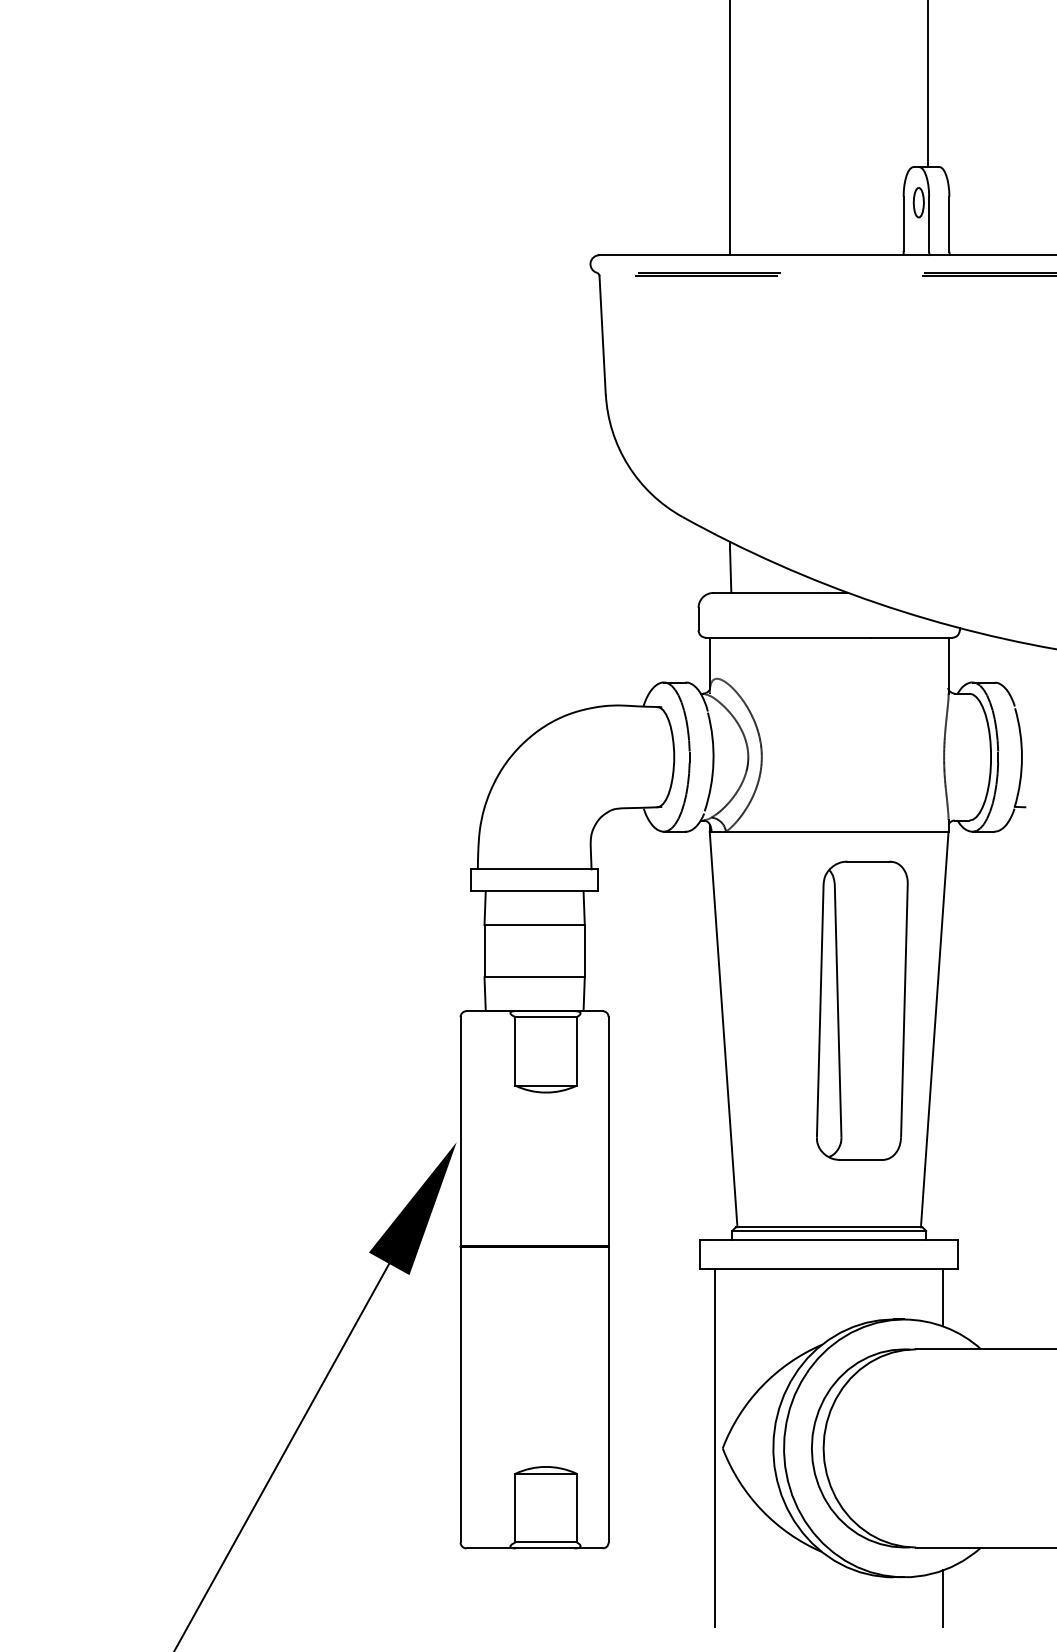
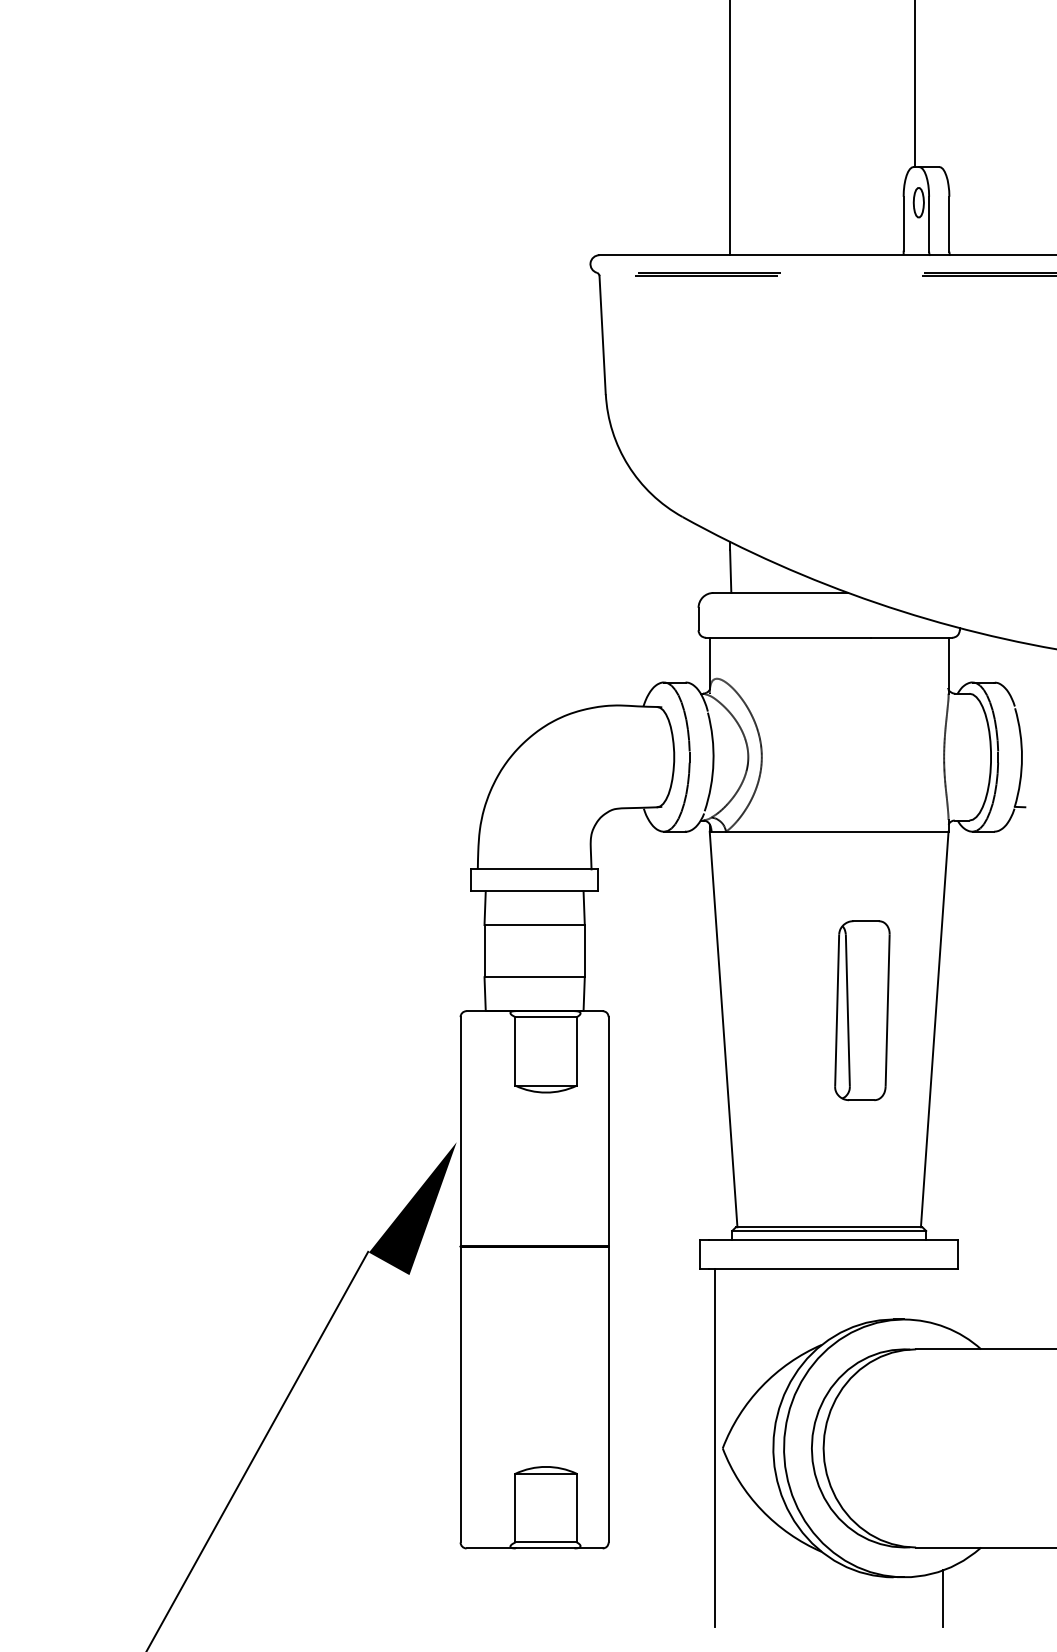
line at (928, 84) position: (928, 84) -> (915, 84)
part at (862, 1010) size: 93x301 px -> 57x182 px
line at (943, 1297): present -> none
line at (282, 1455) position: (282, 1455) -> (258, 1449)
